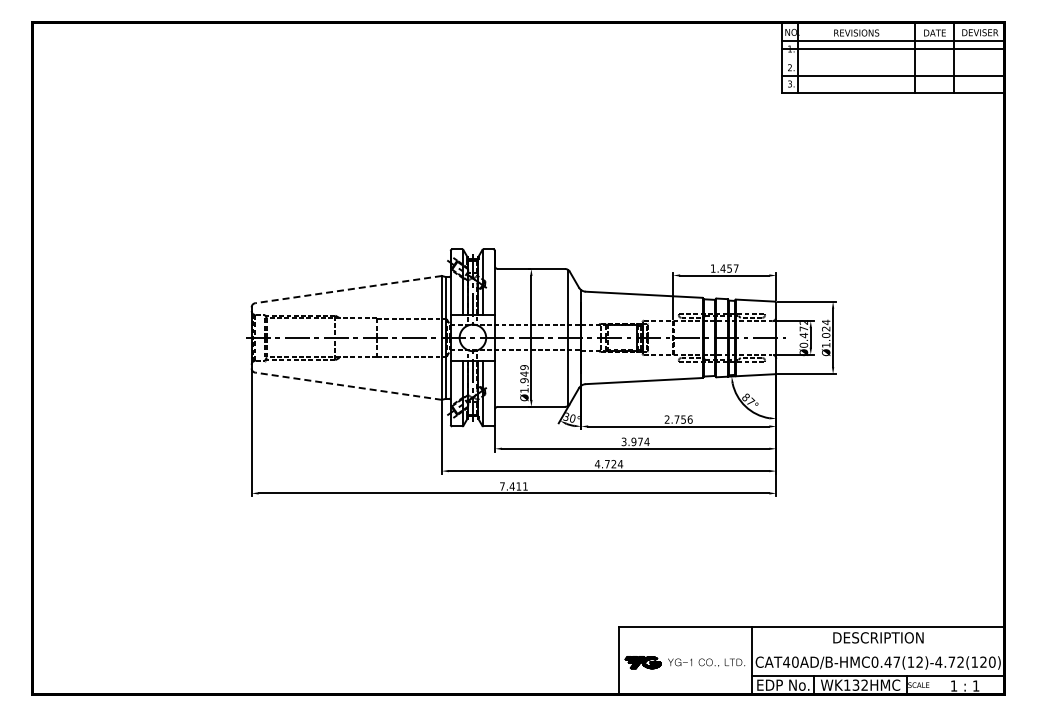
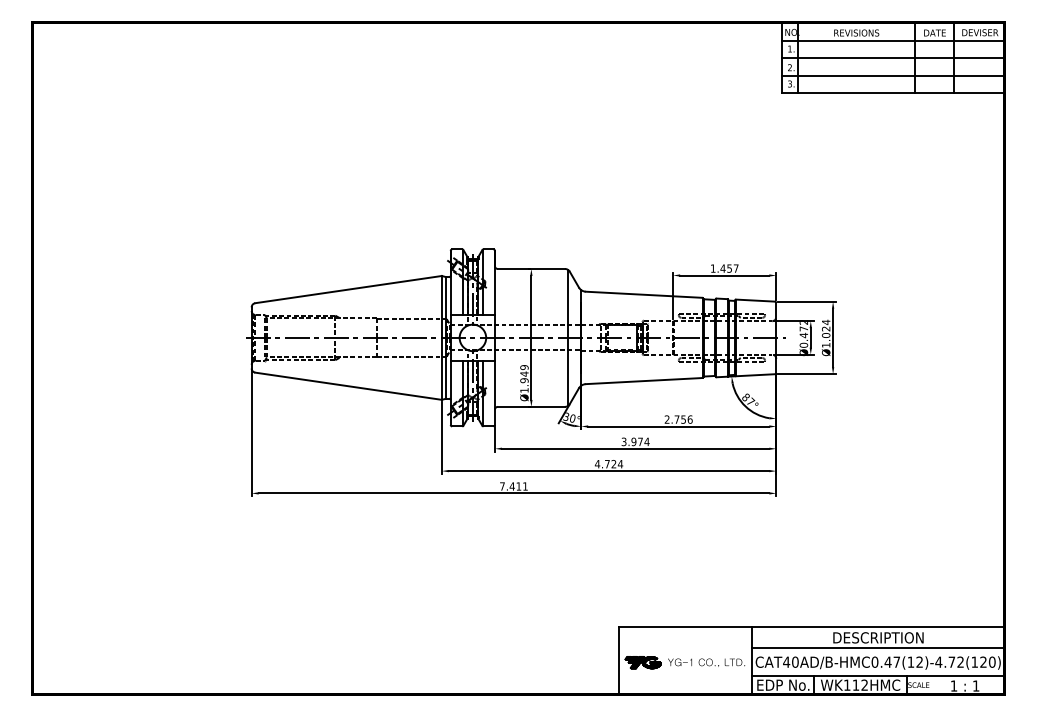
line at (892, 49) position: (892, 49) -> (892, 58)
line at (348, 289): dashed -> solid
line at (348, 386): dashed -> solid
line at (878, 648): none -> present
text at (855, 684): WK132HMC -> WK112HMC
